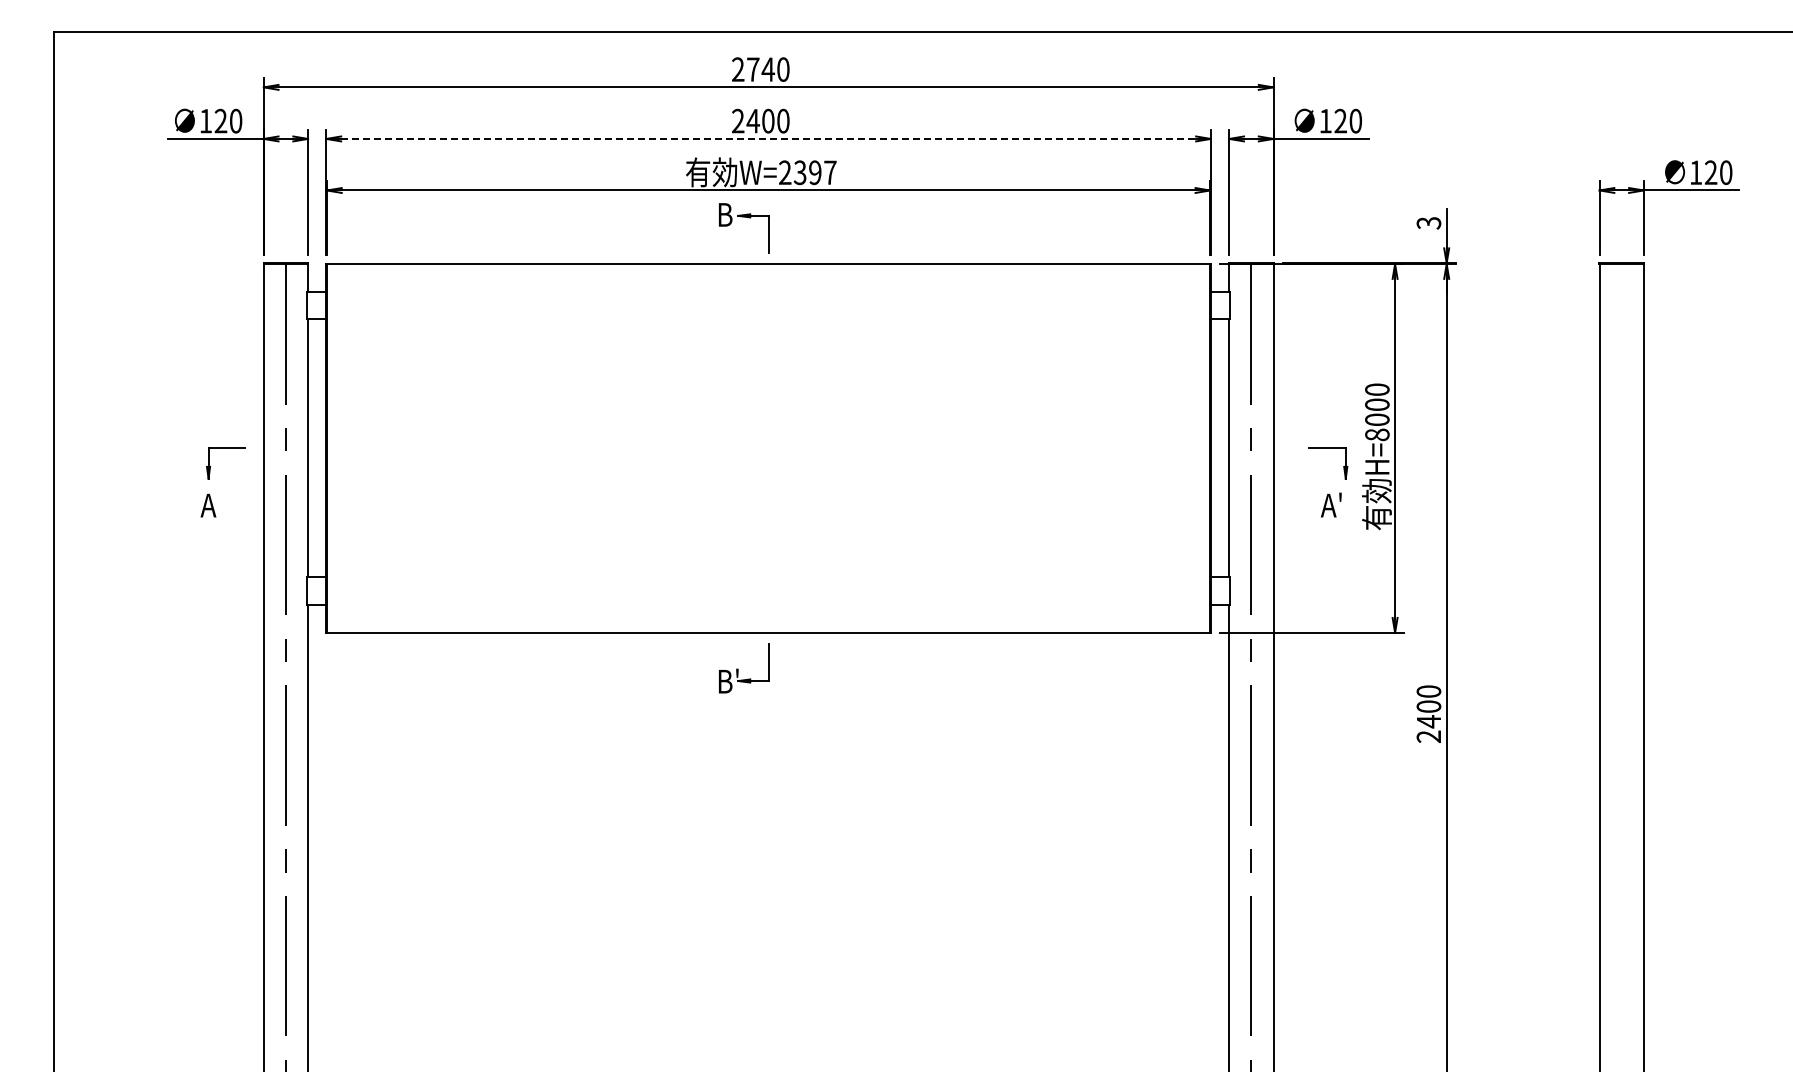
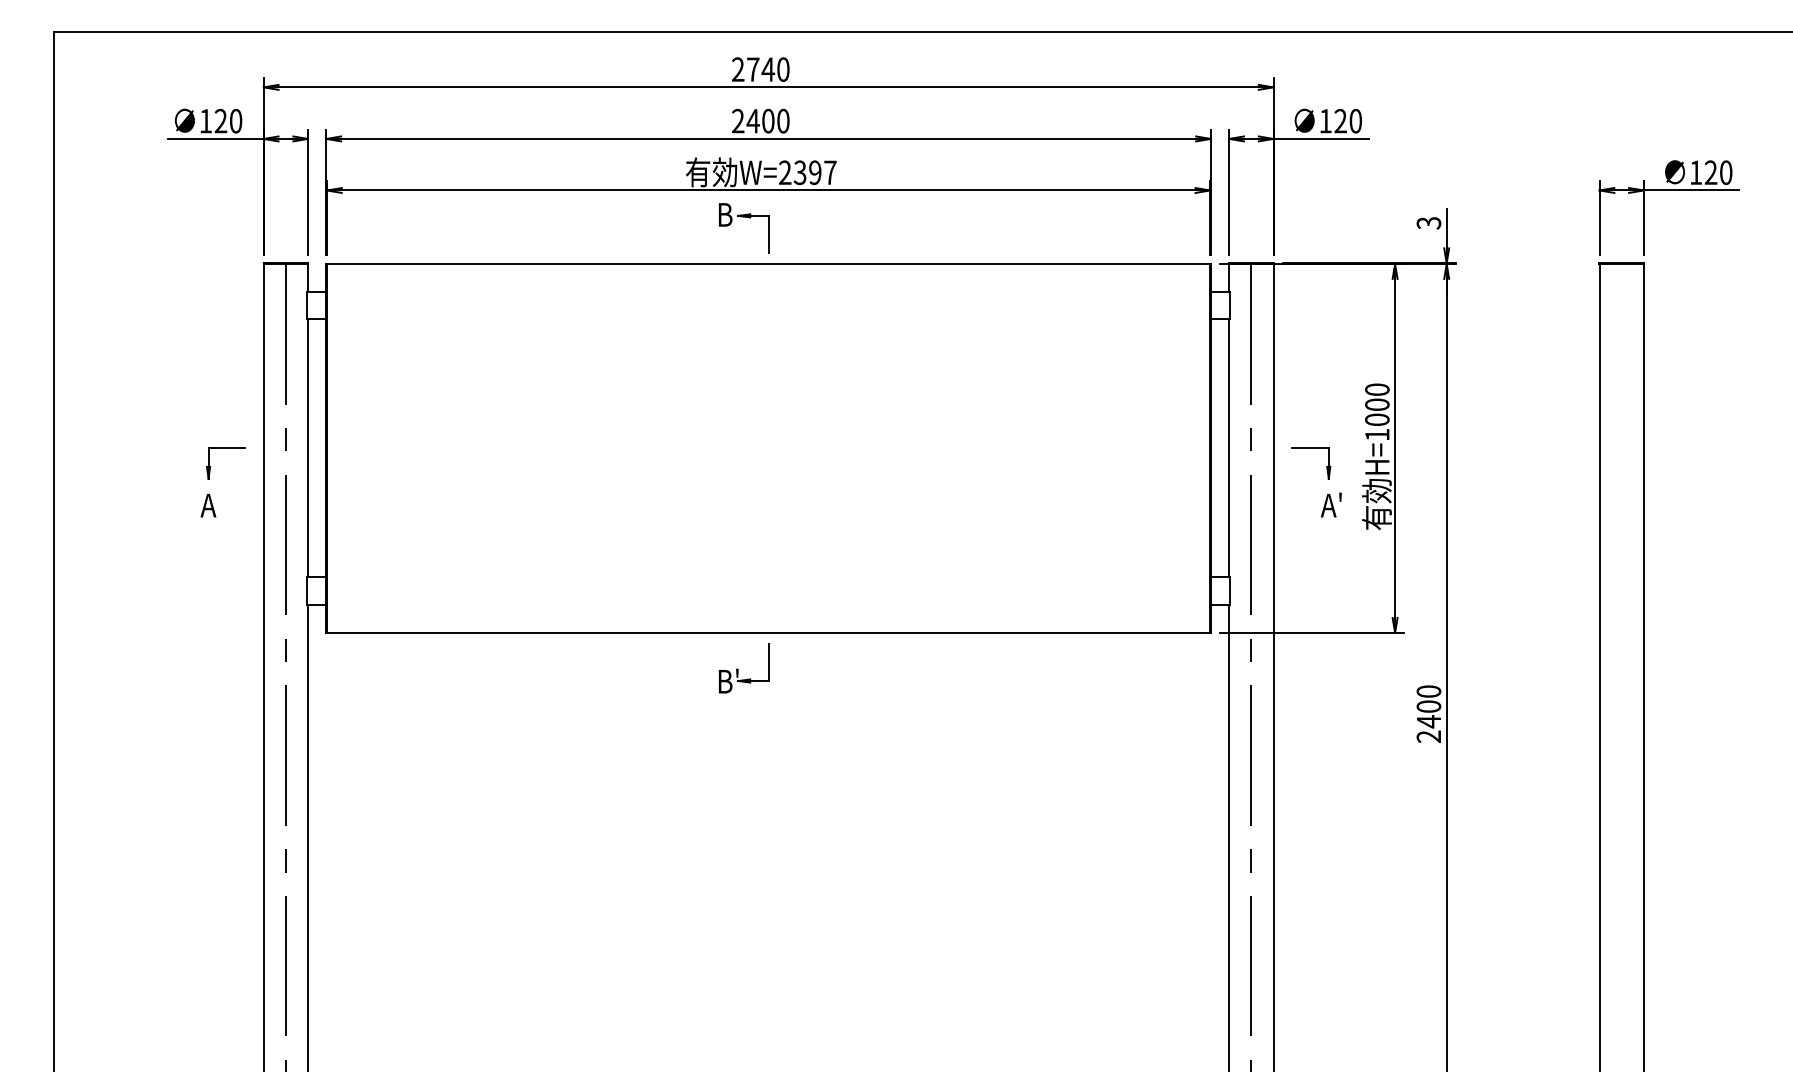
line at (769, 138): dashed -> solid
text at (1377, 434): H=8000 -> H=1000
part at (1328, 448) position: (1328, 448) -> (1311, 448)
